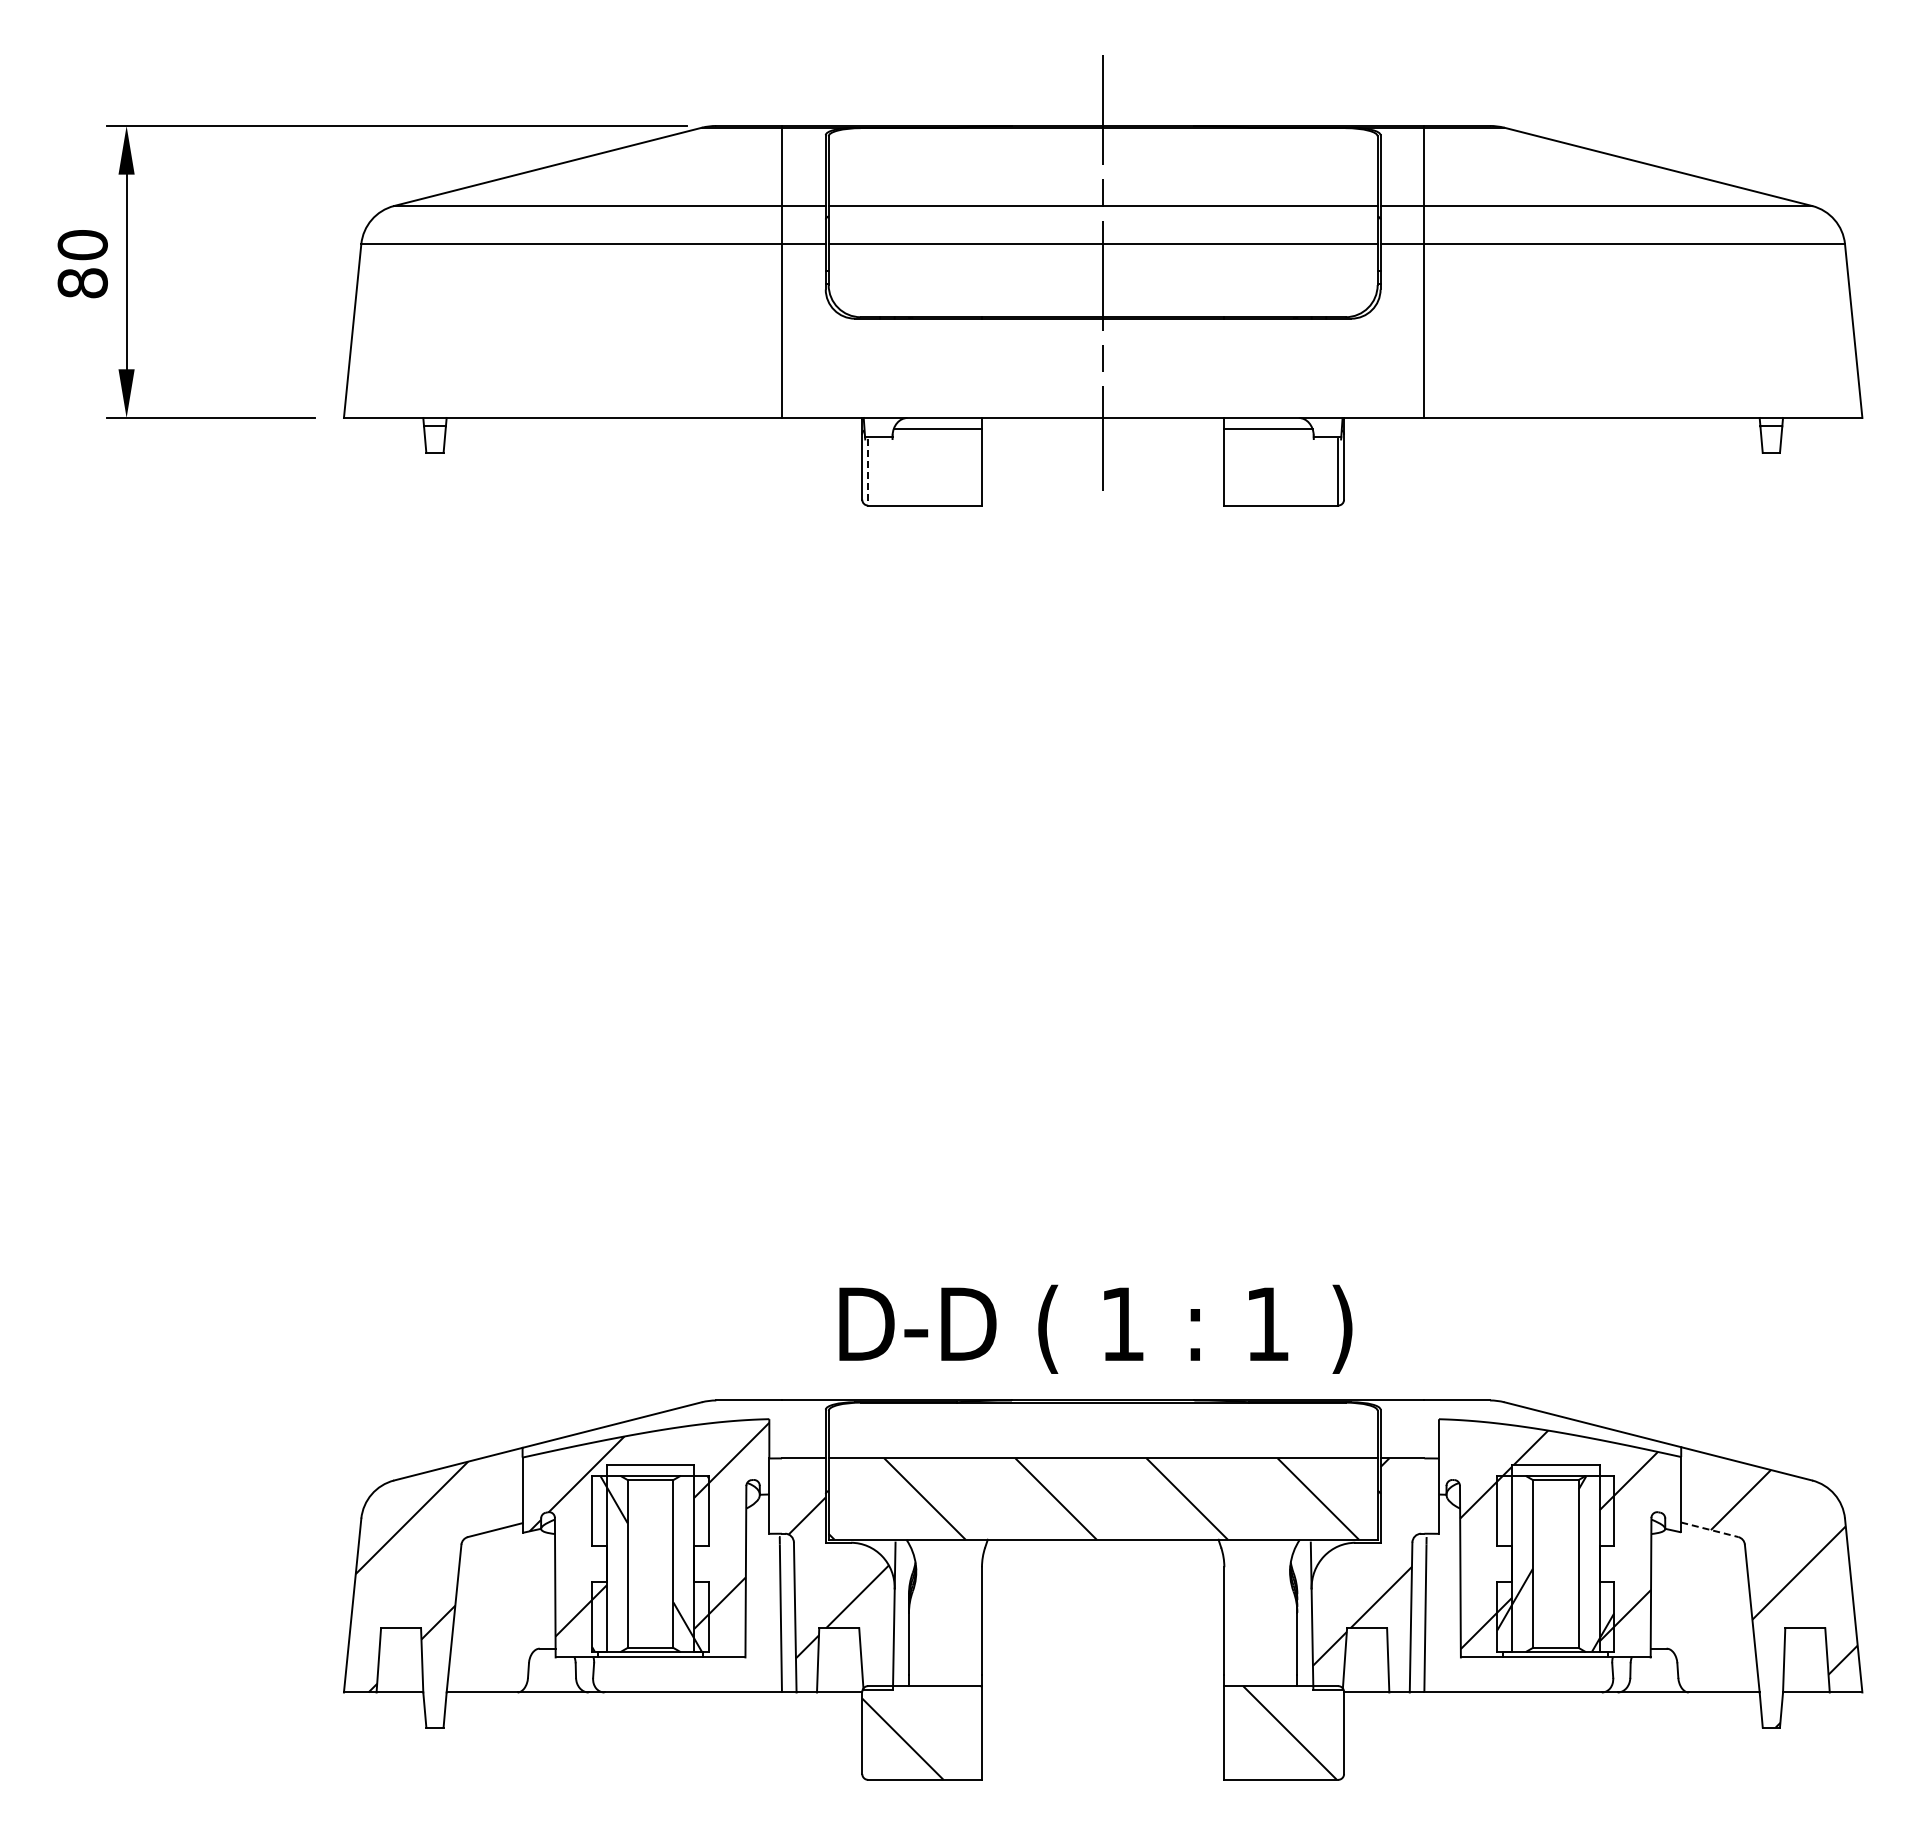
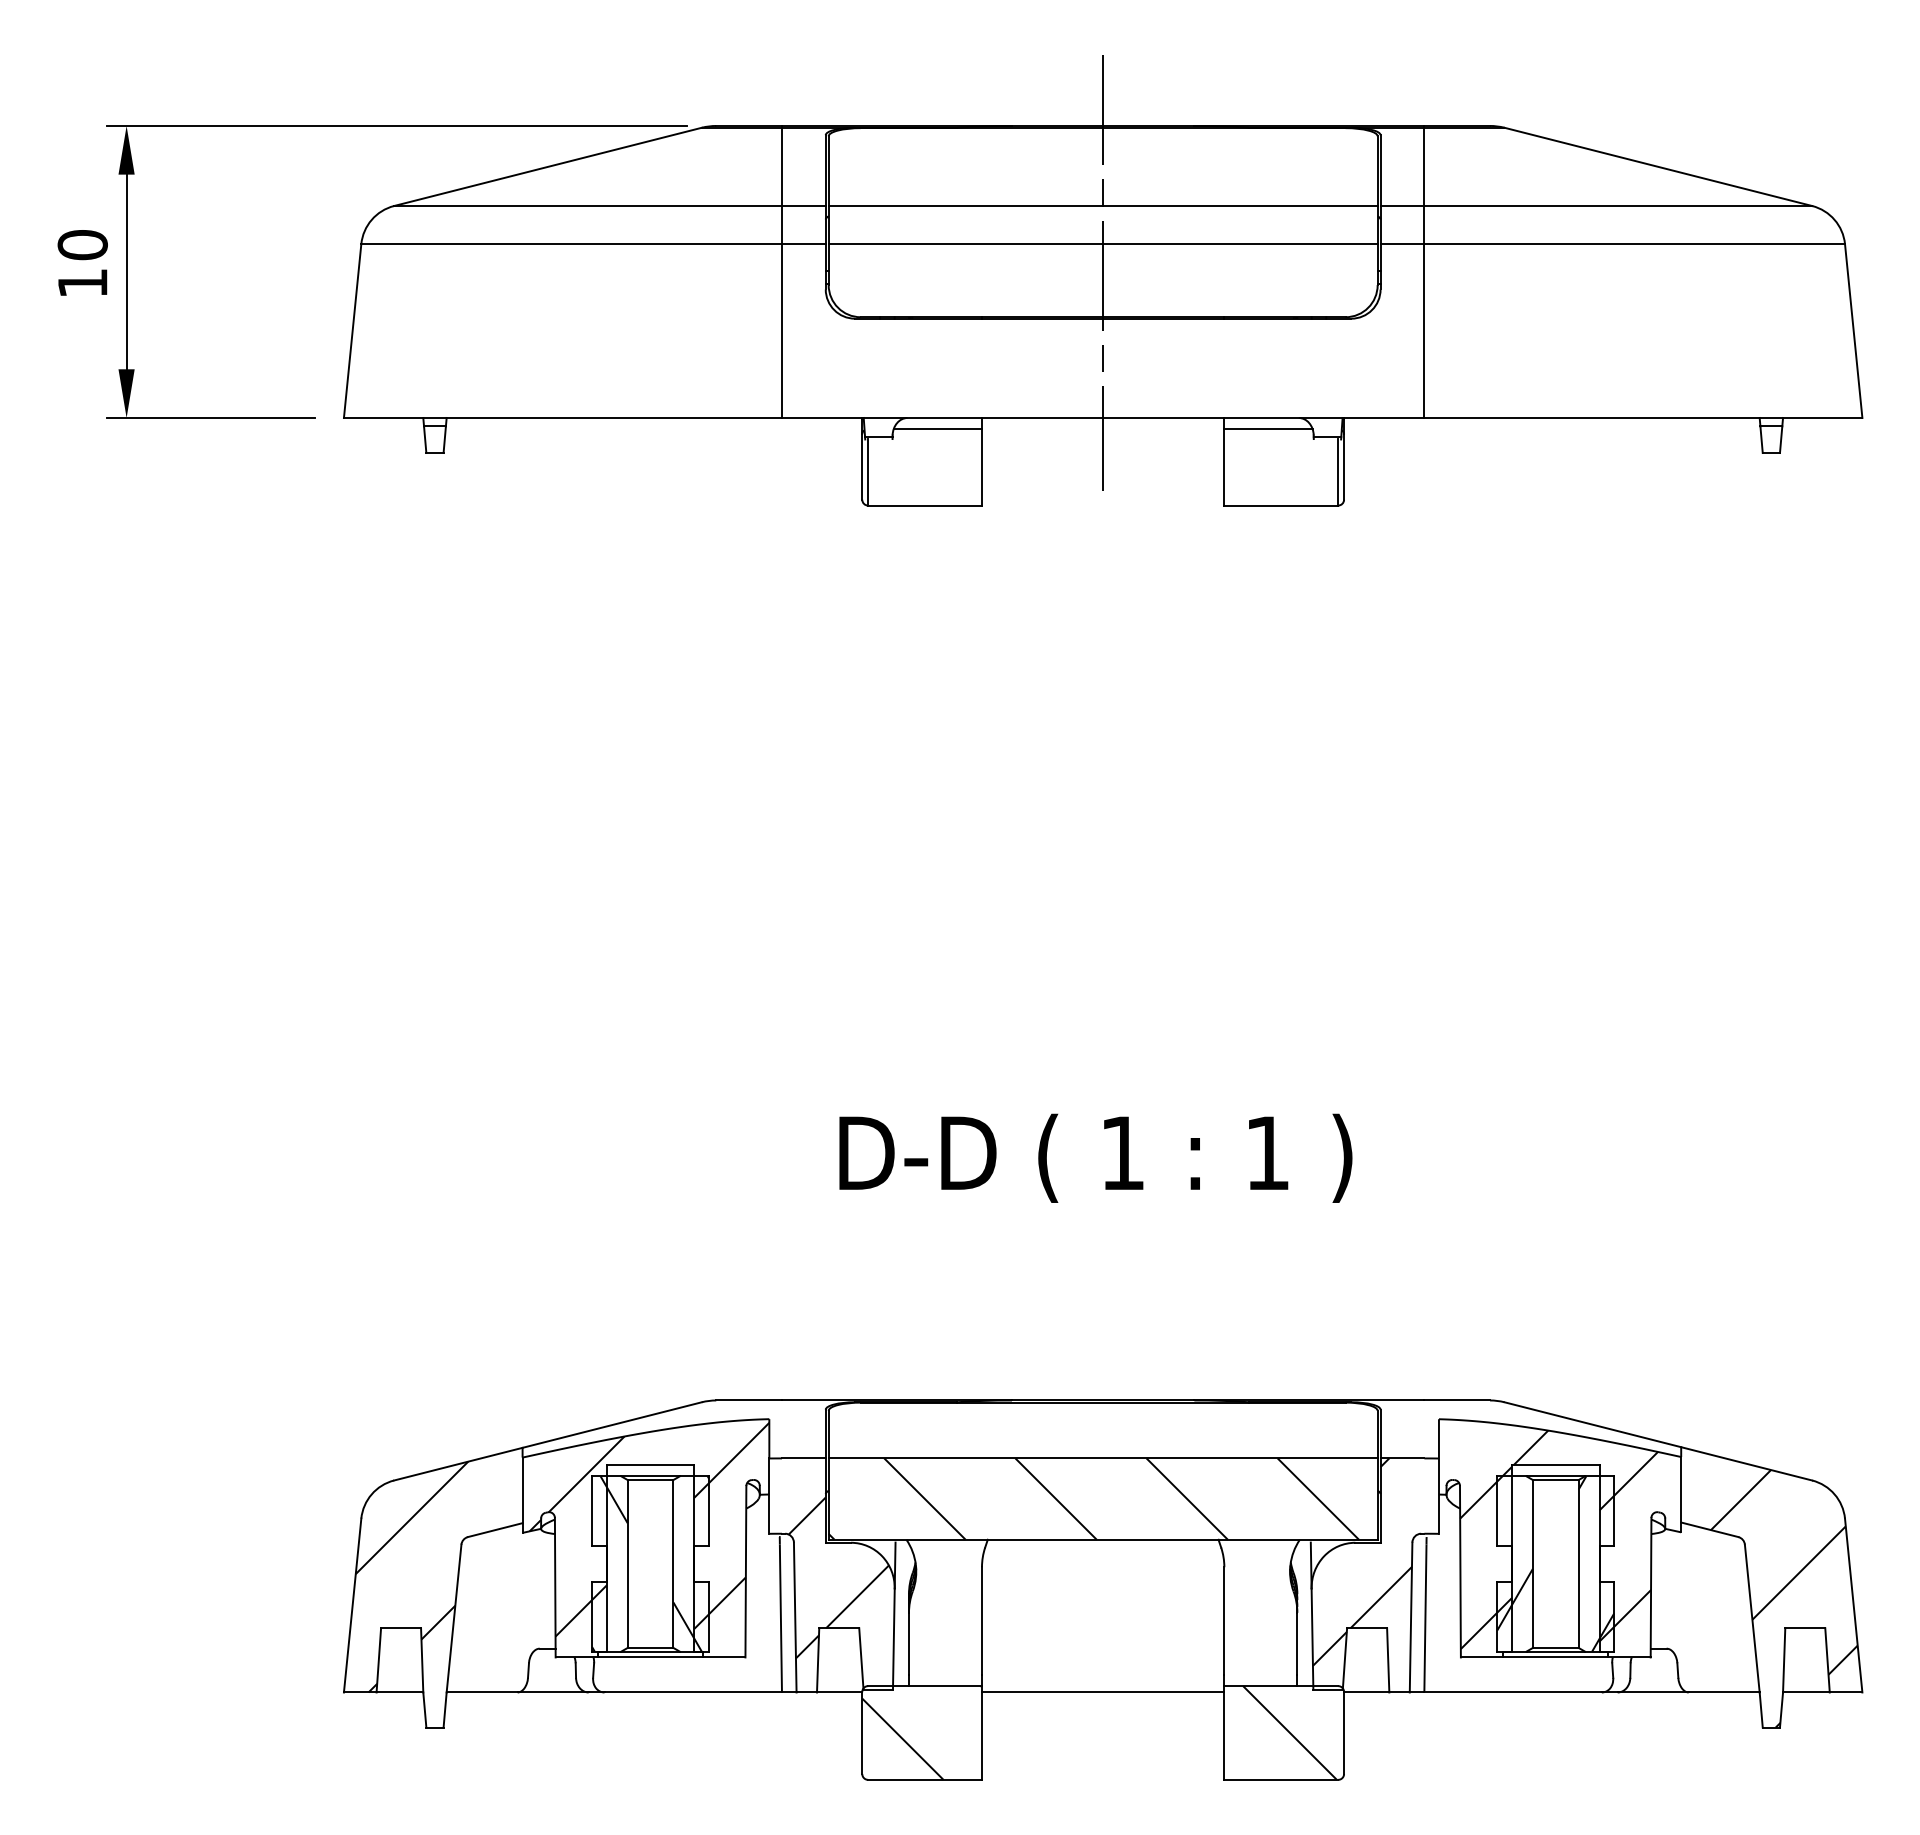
text at (82, 283): 80 -> 10
line at (868, 472): dashed -> solid
text at (1095, 1328) position: (1095, 1328) -> (1095, 1157)
line at (1710, 1529): dashed -> solid
line at (1102, 1692): none -> present
